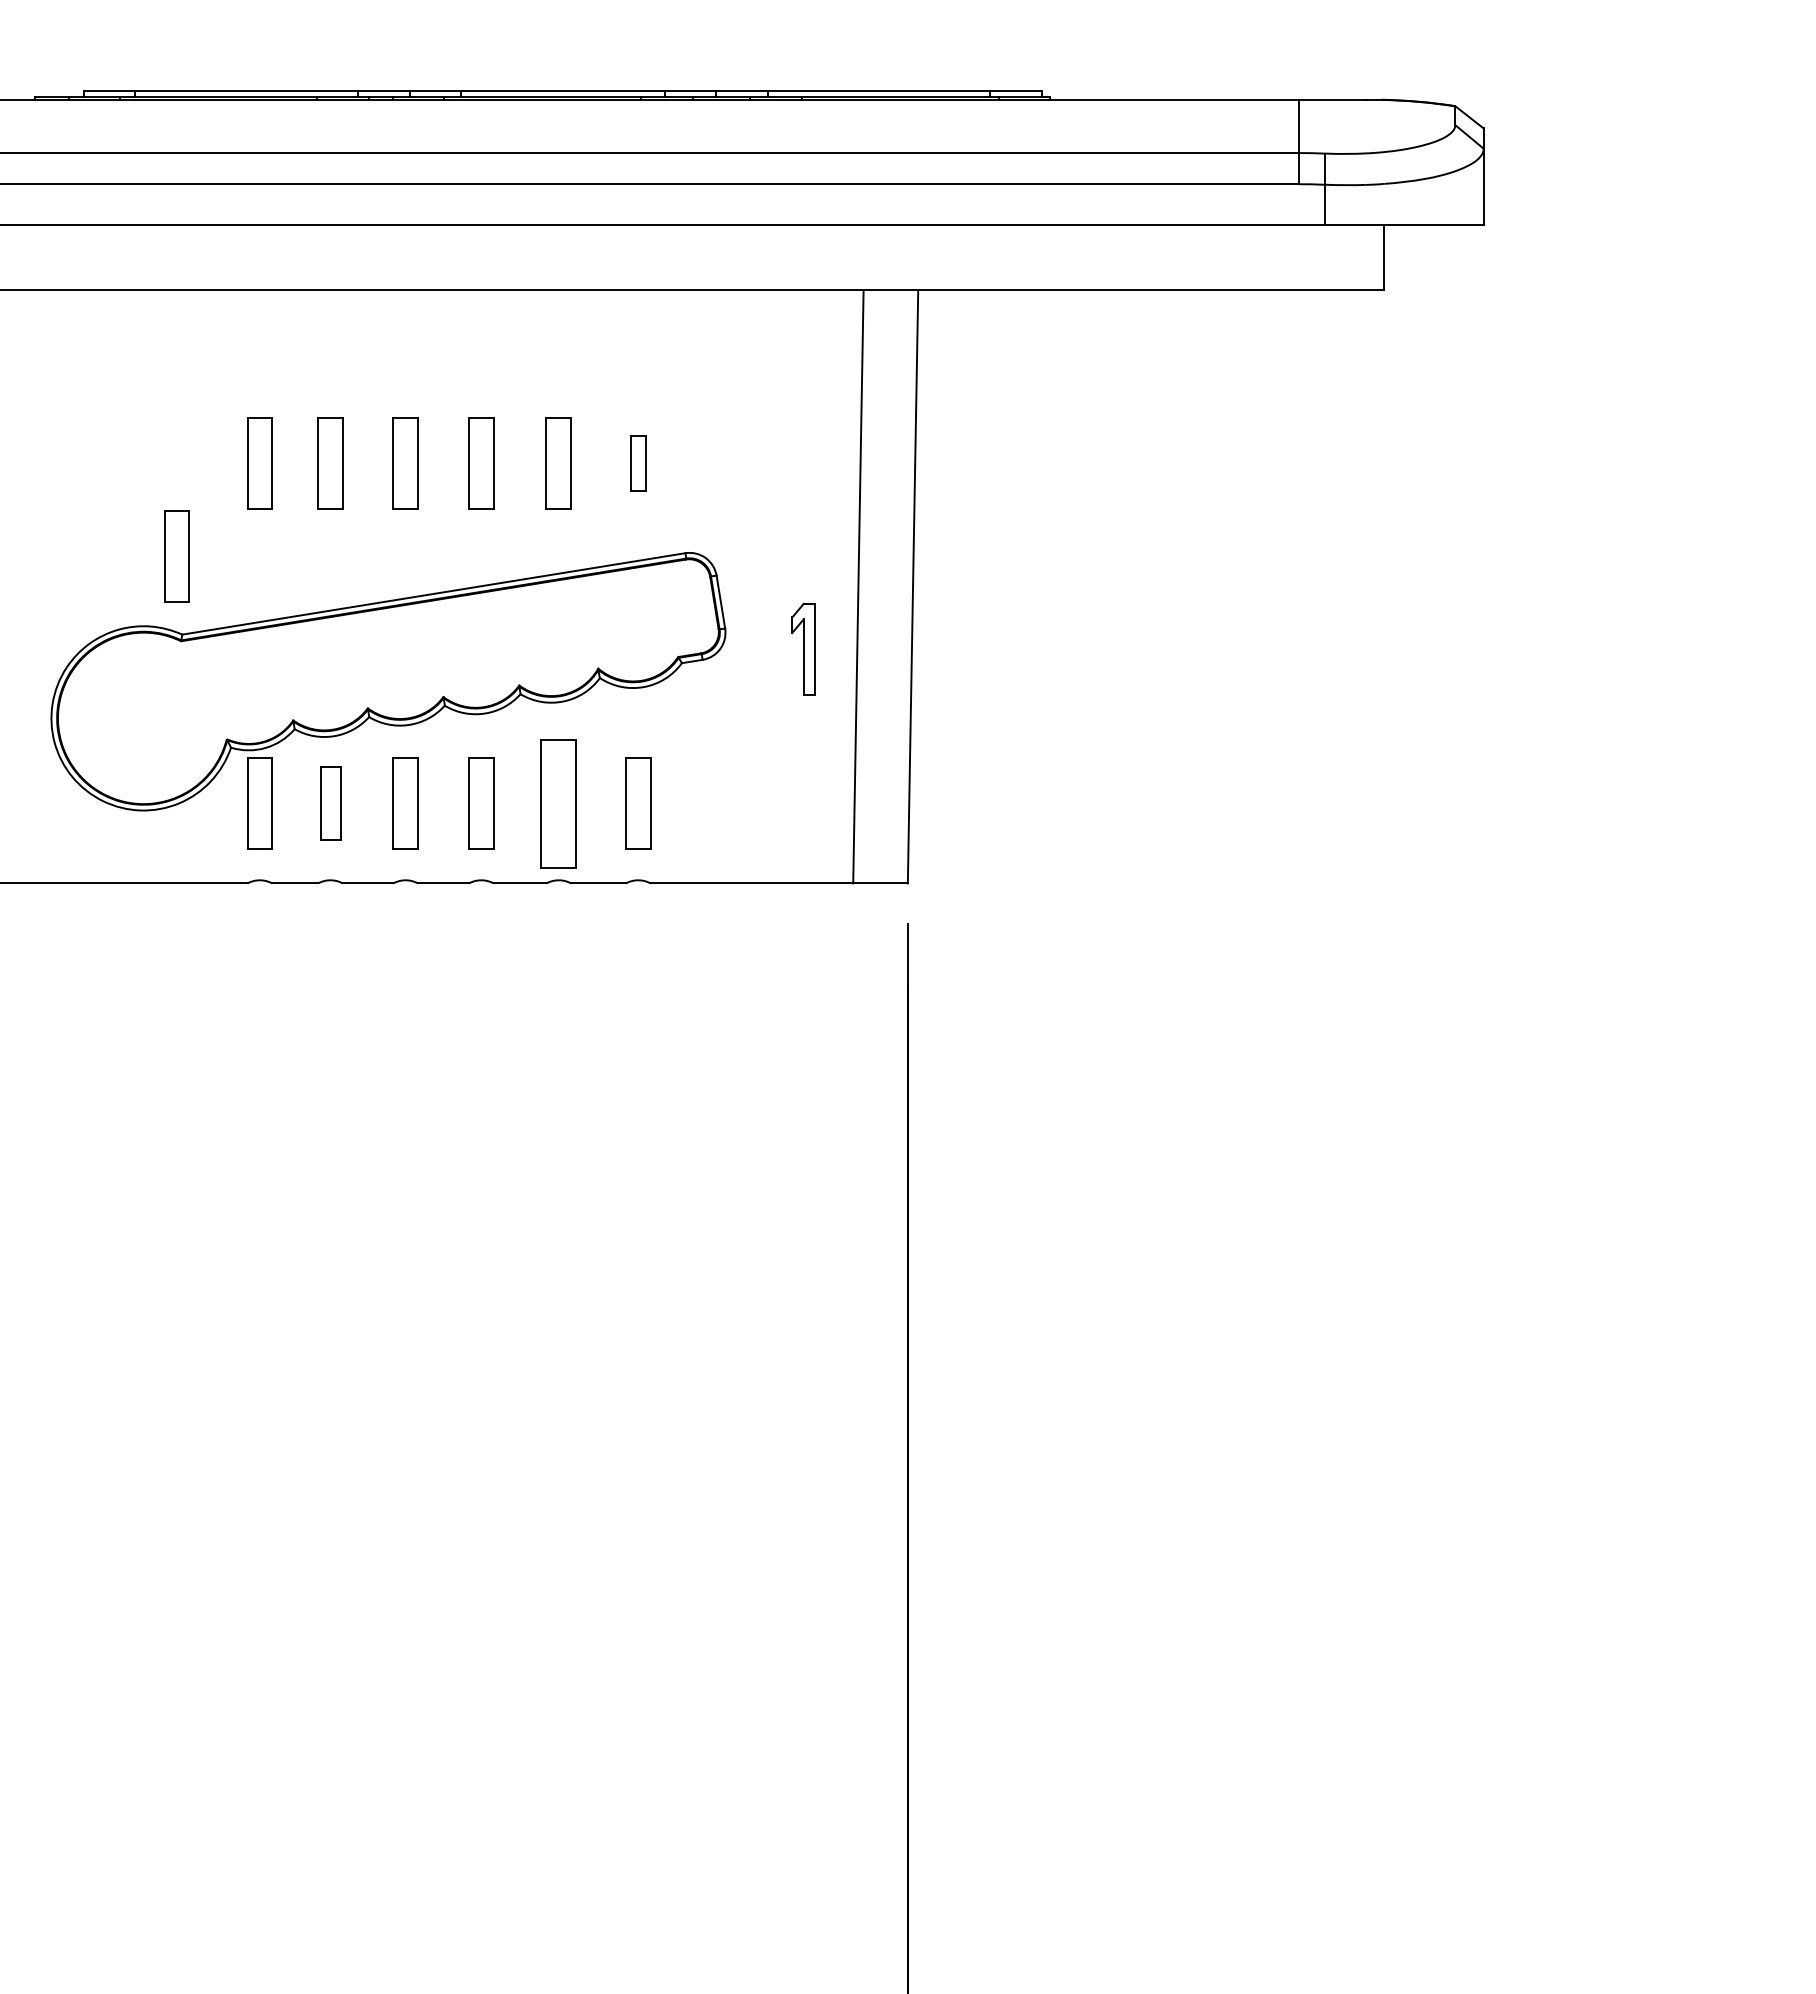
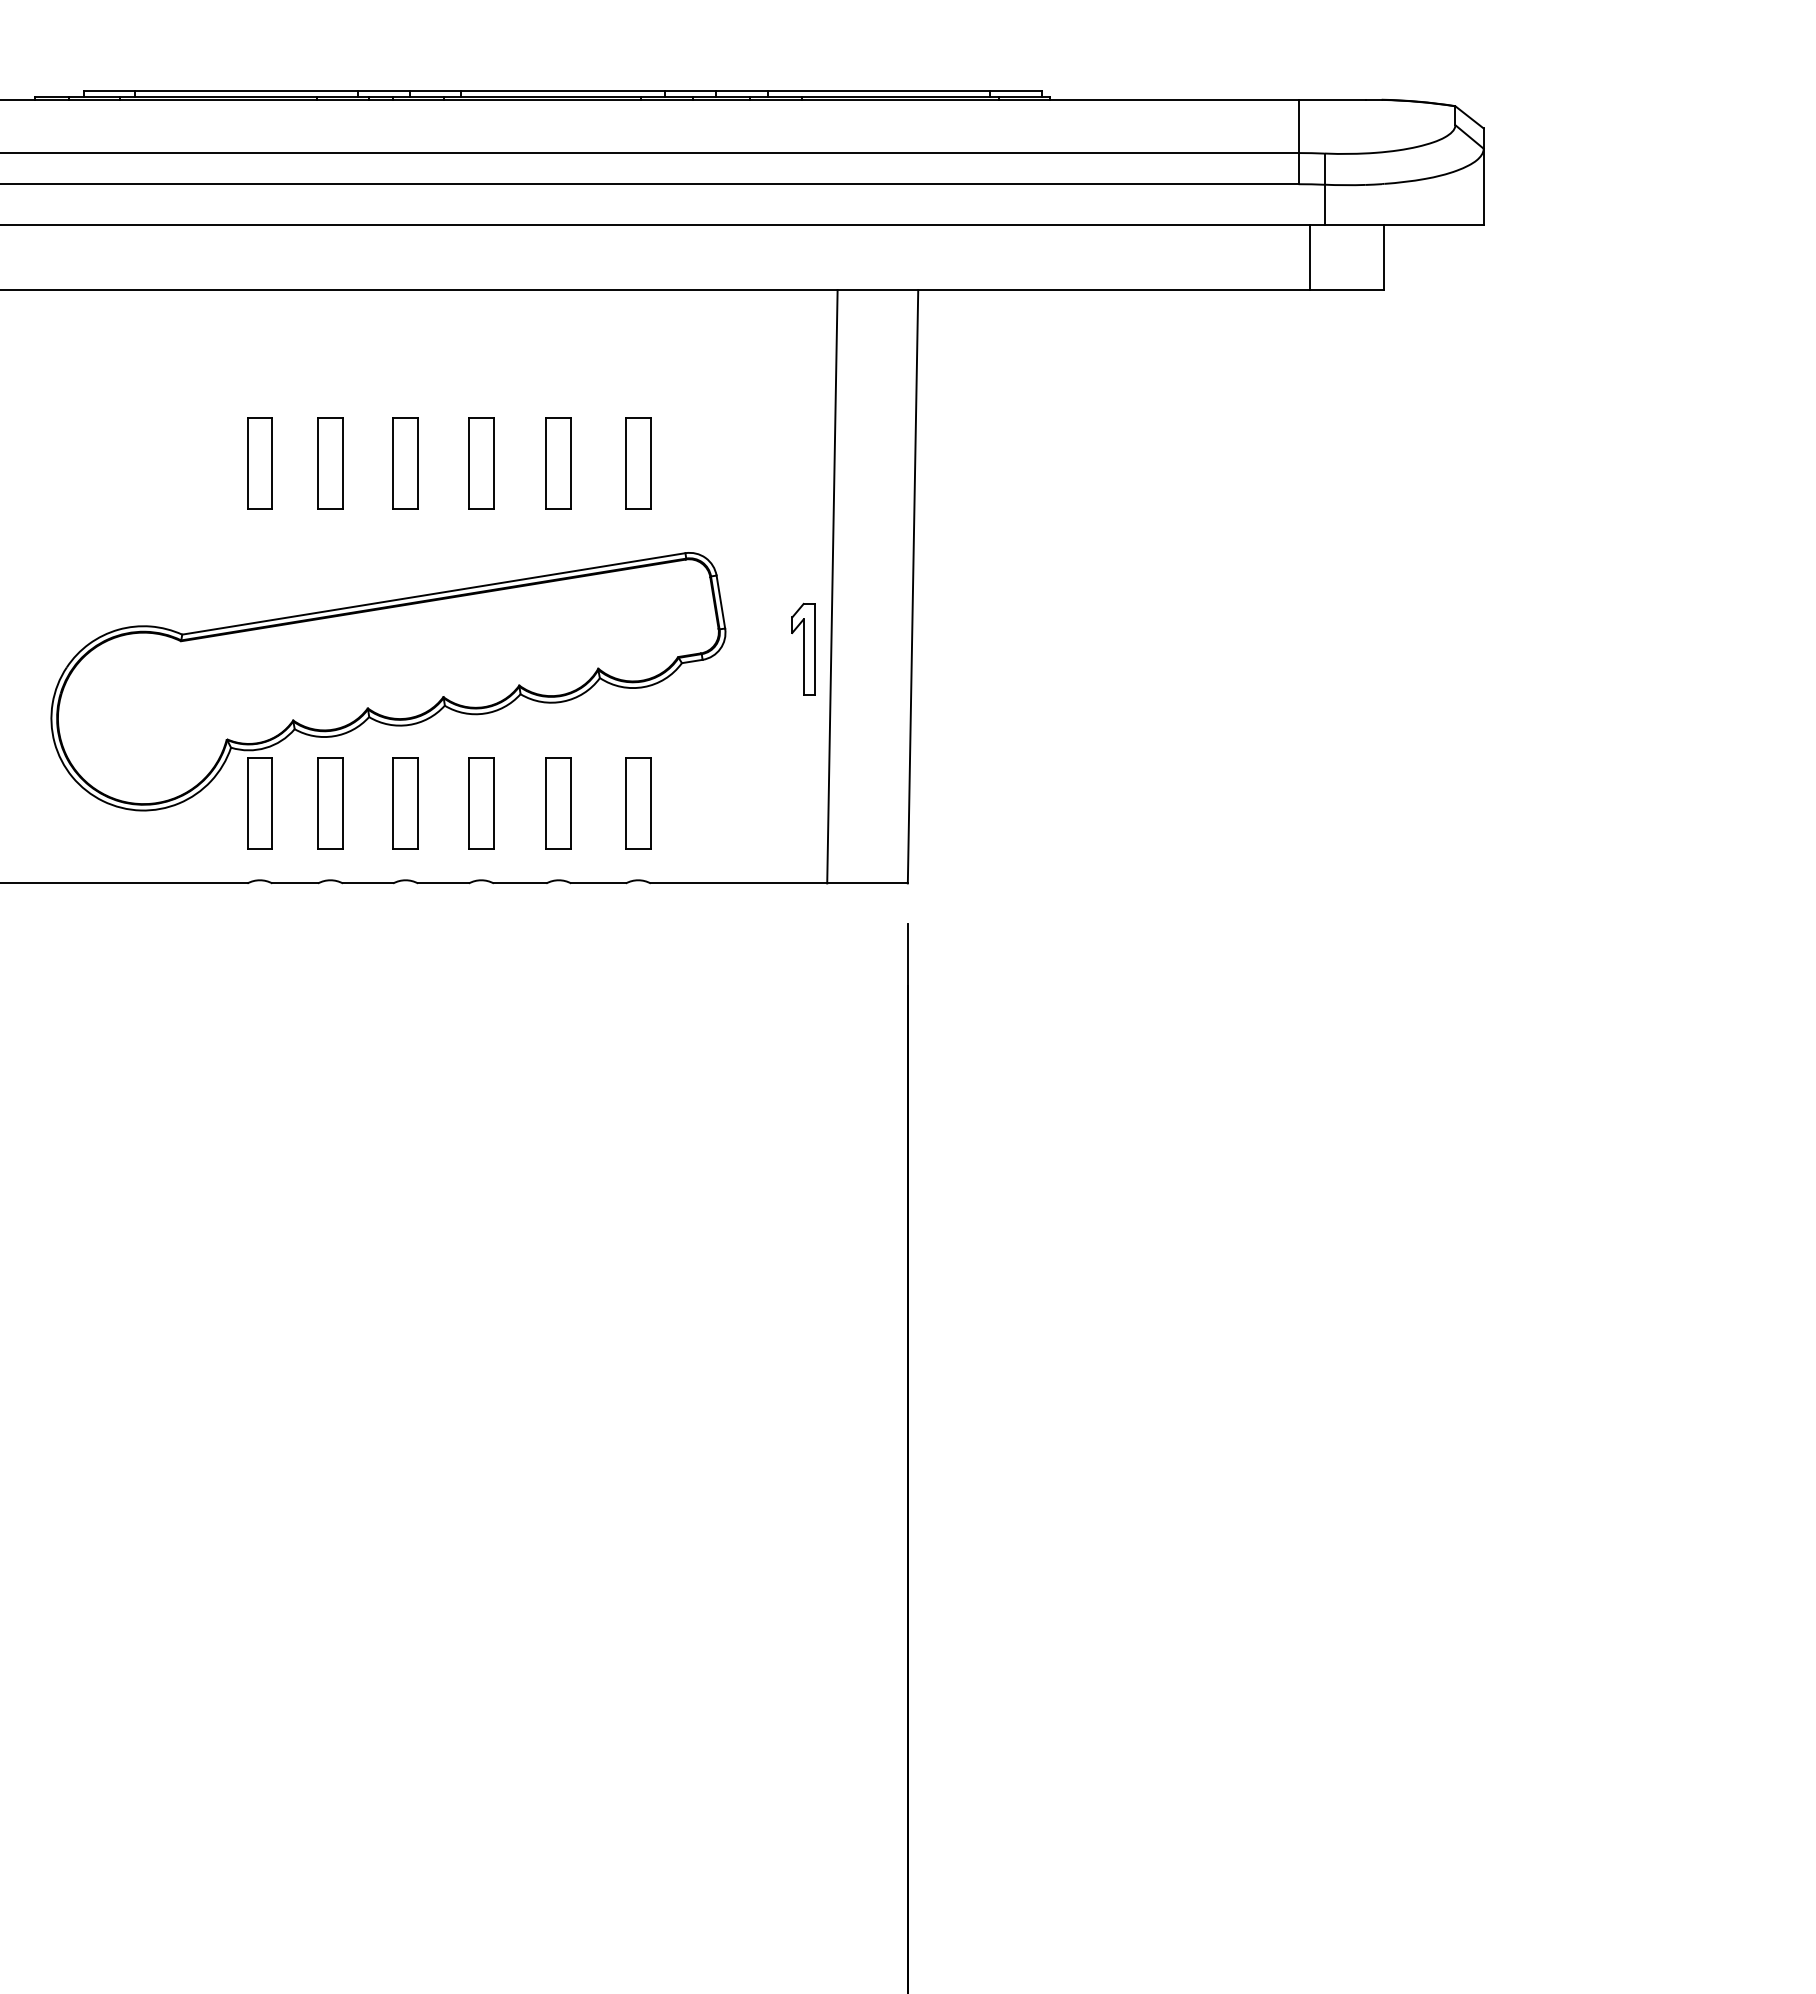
line at (1309, 257): none -> present
part at (638, 463) size: 17x57 px -> 27x93 px
part at (176, 556): present -> none
line at (858, 586) position: (858, 586) -> (832, 586)
part at (330, 803) size: 22x75 px -> 27x93 px
part at (558, 803) size: 37x130 px -> 27x93 px
